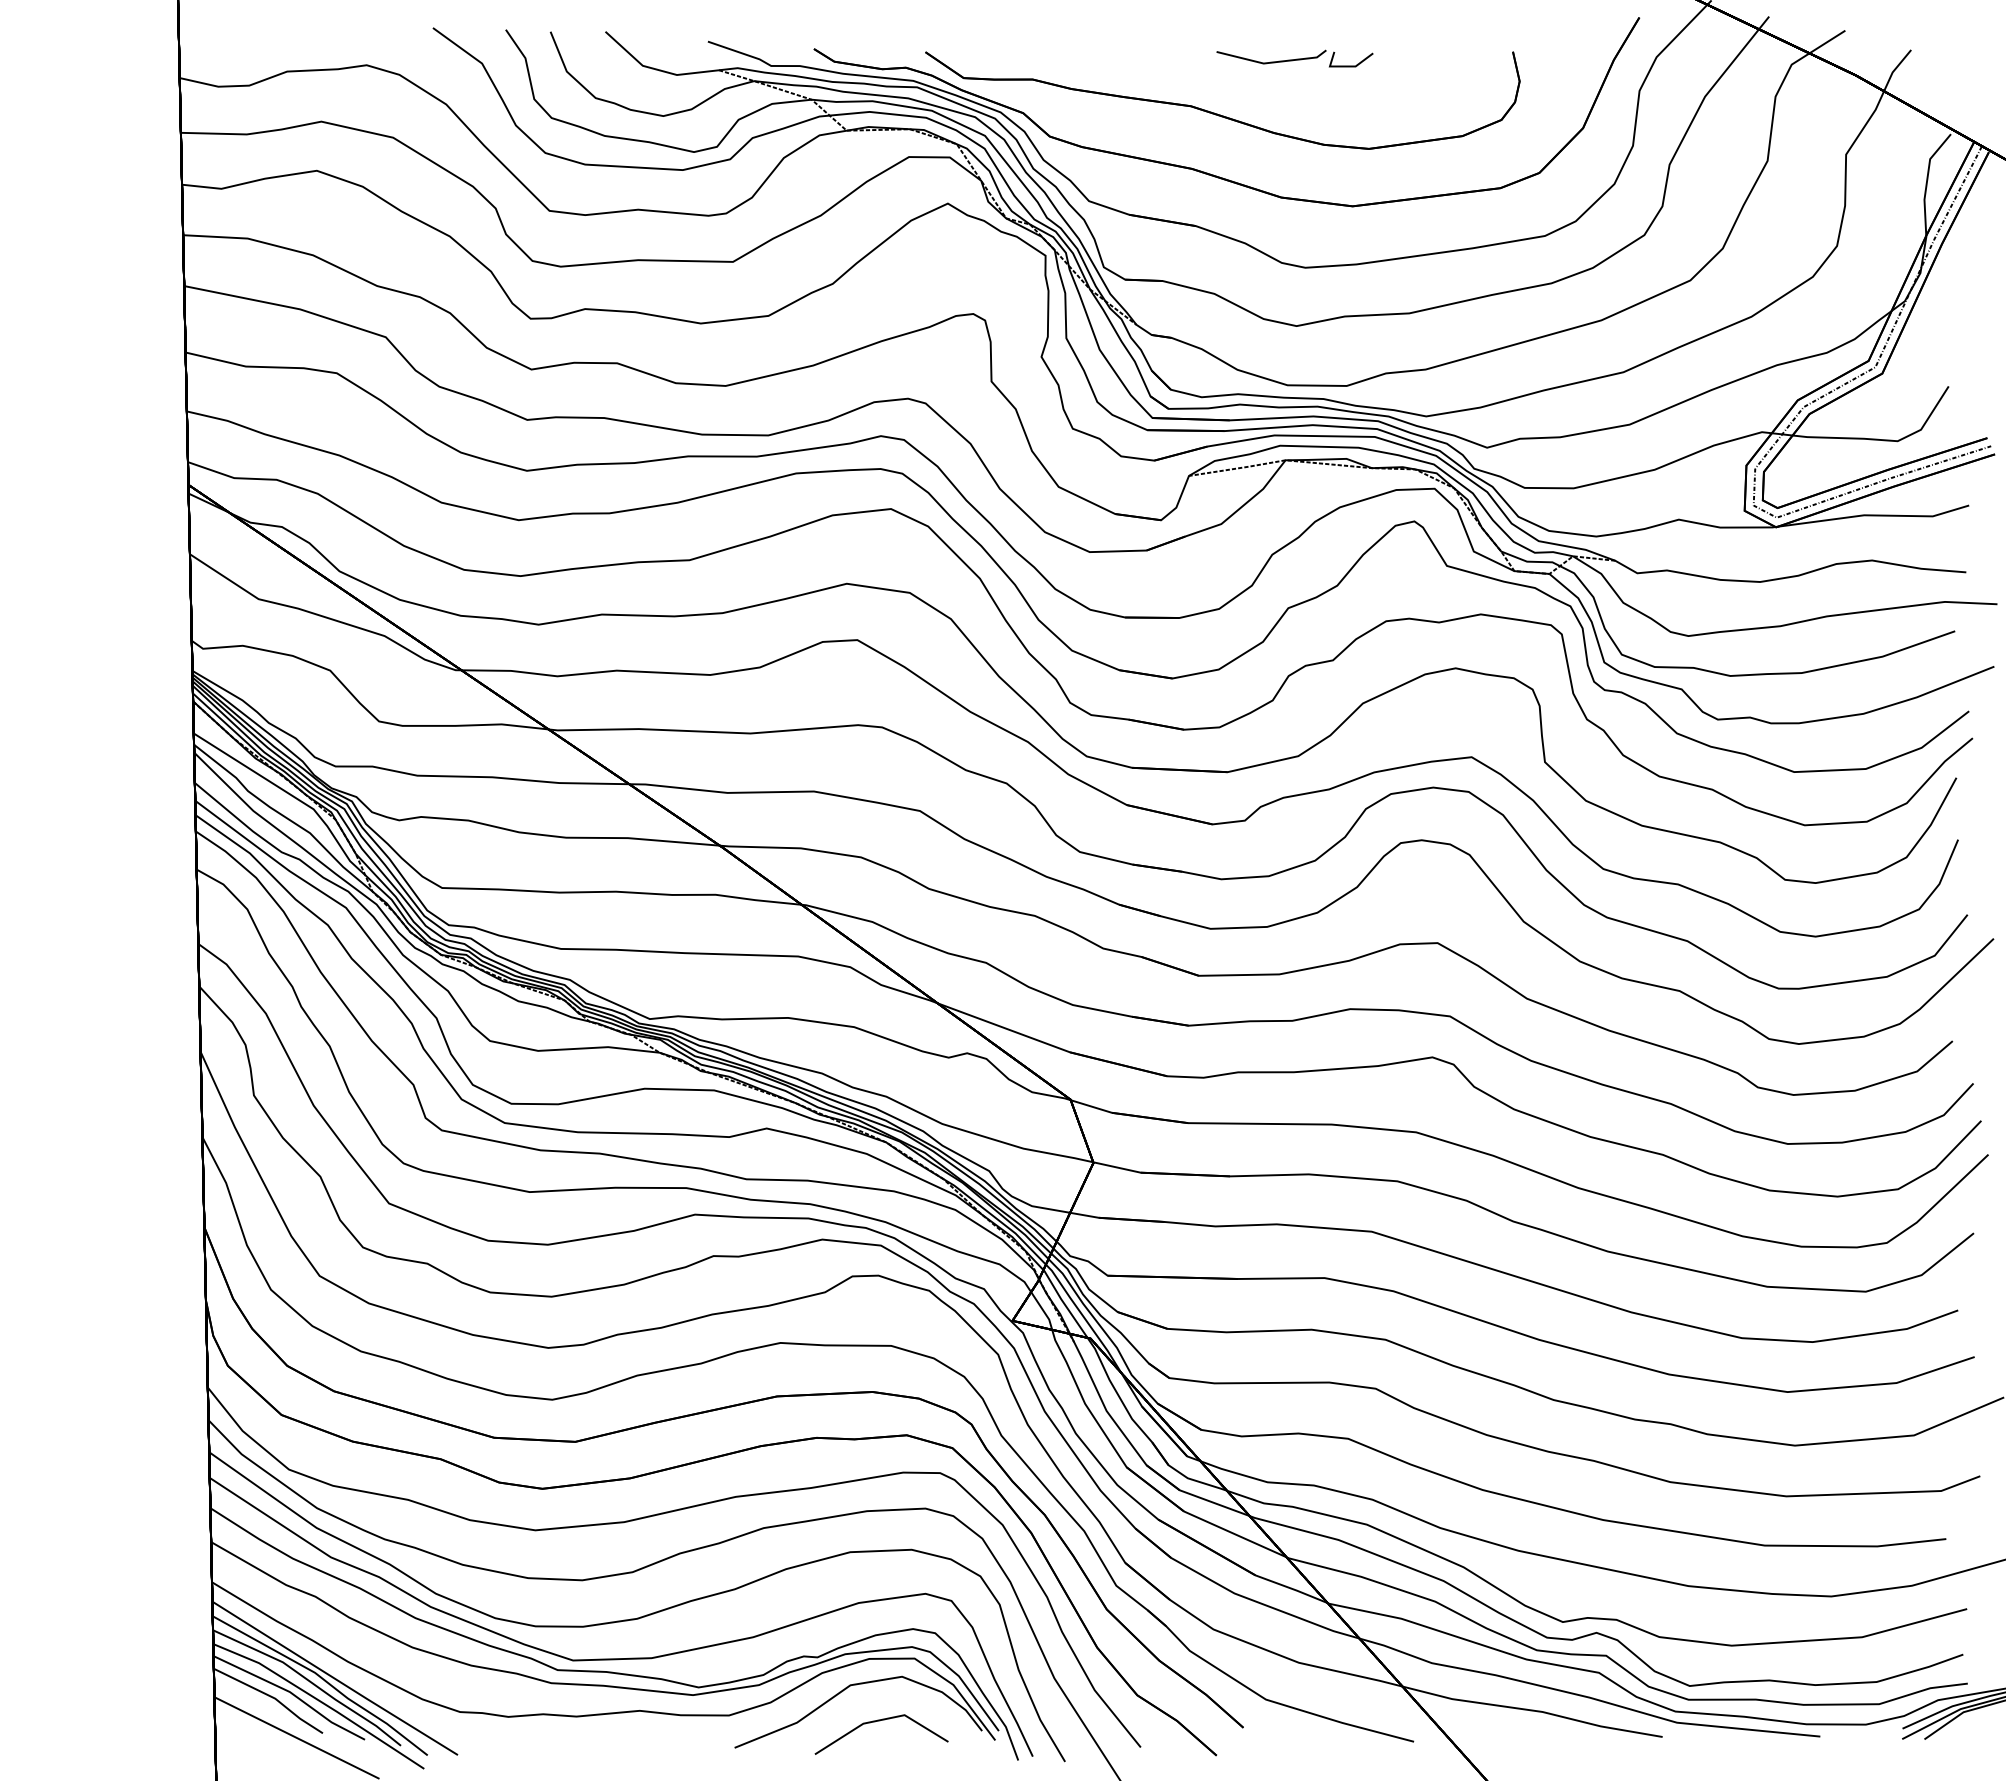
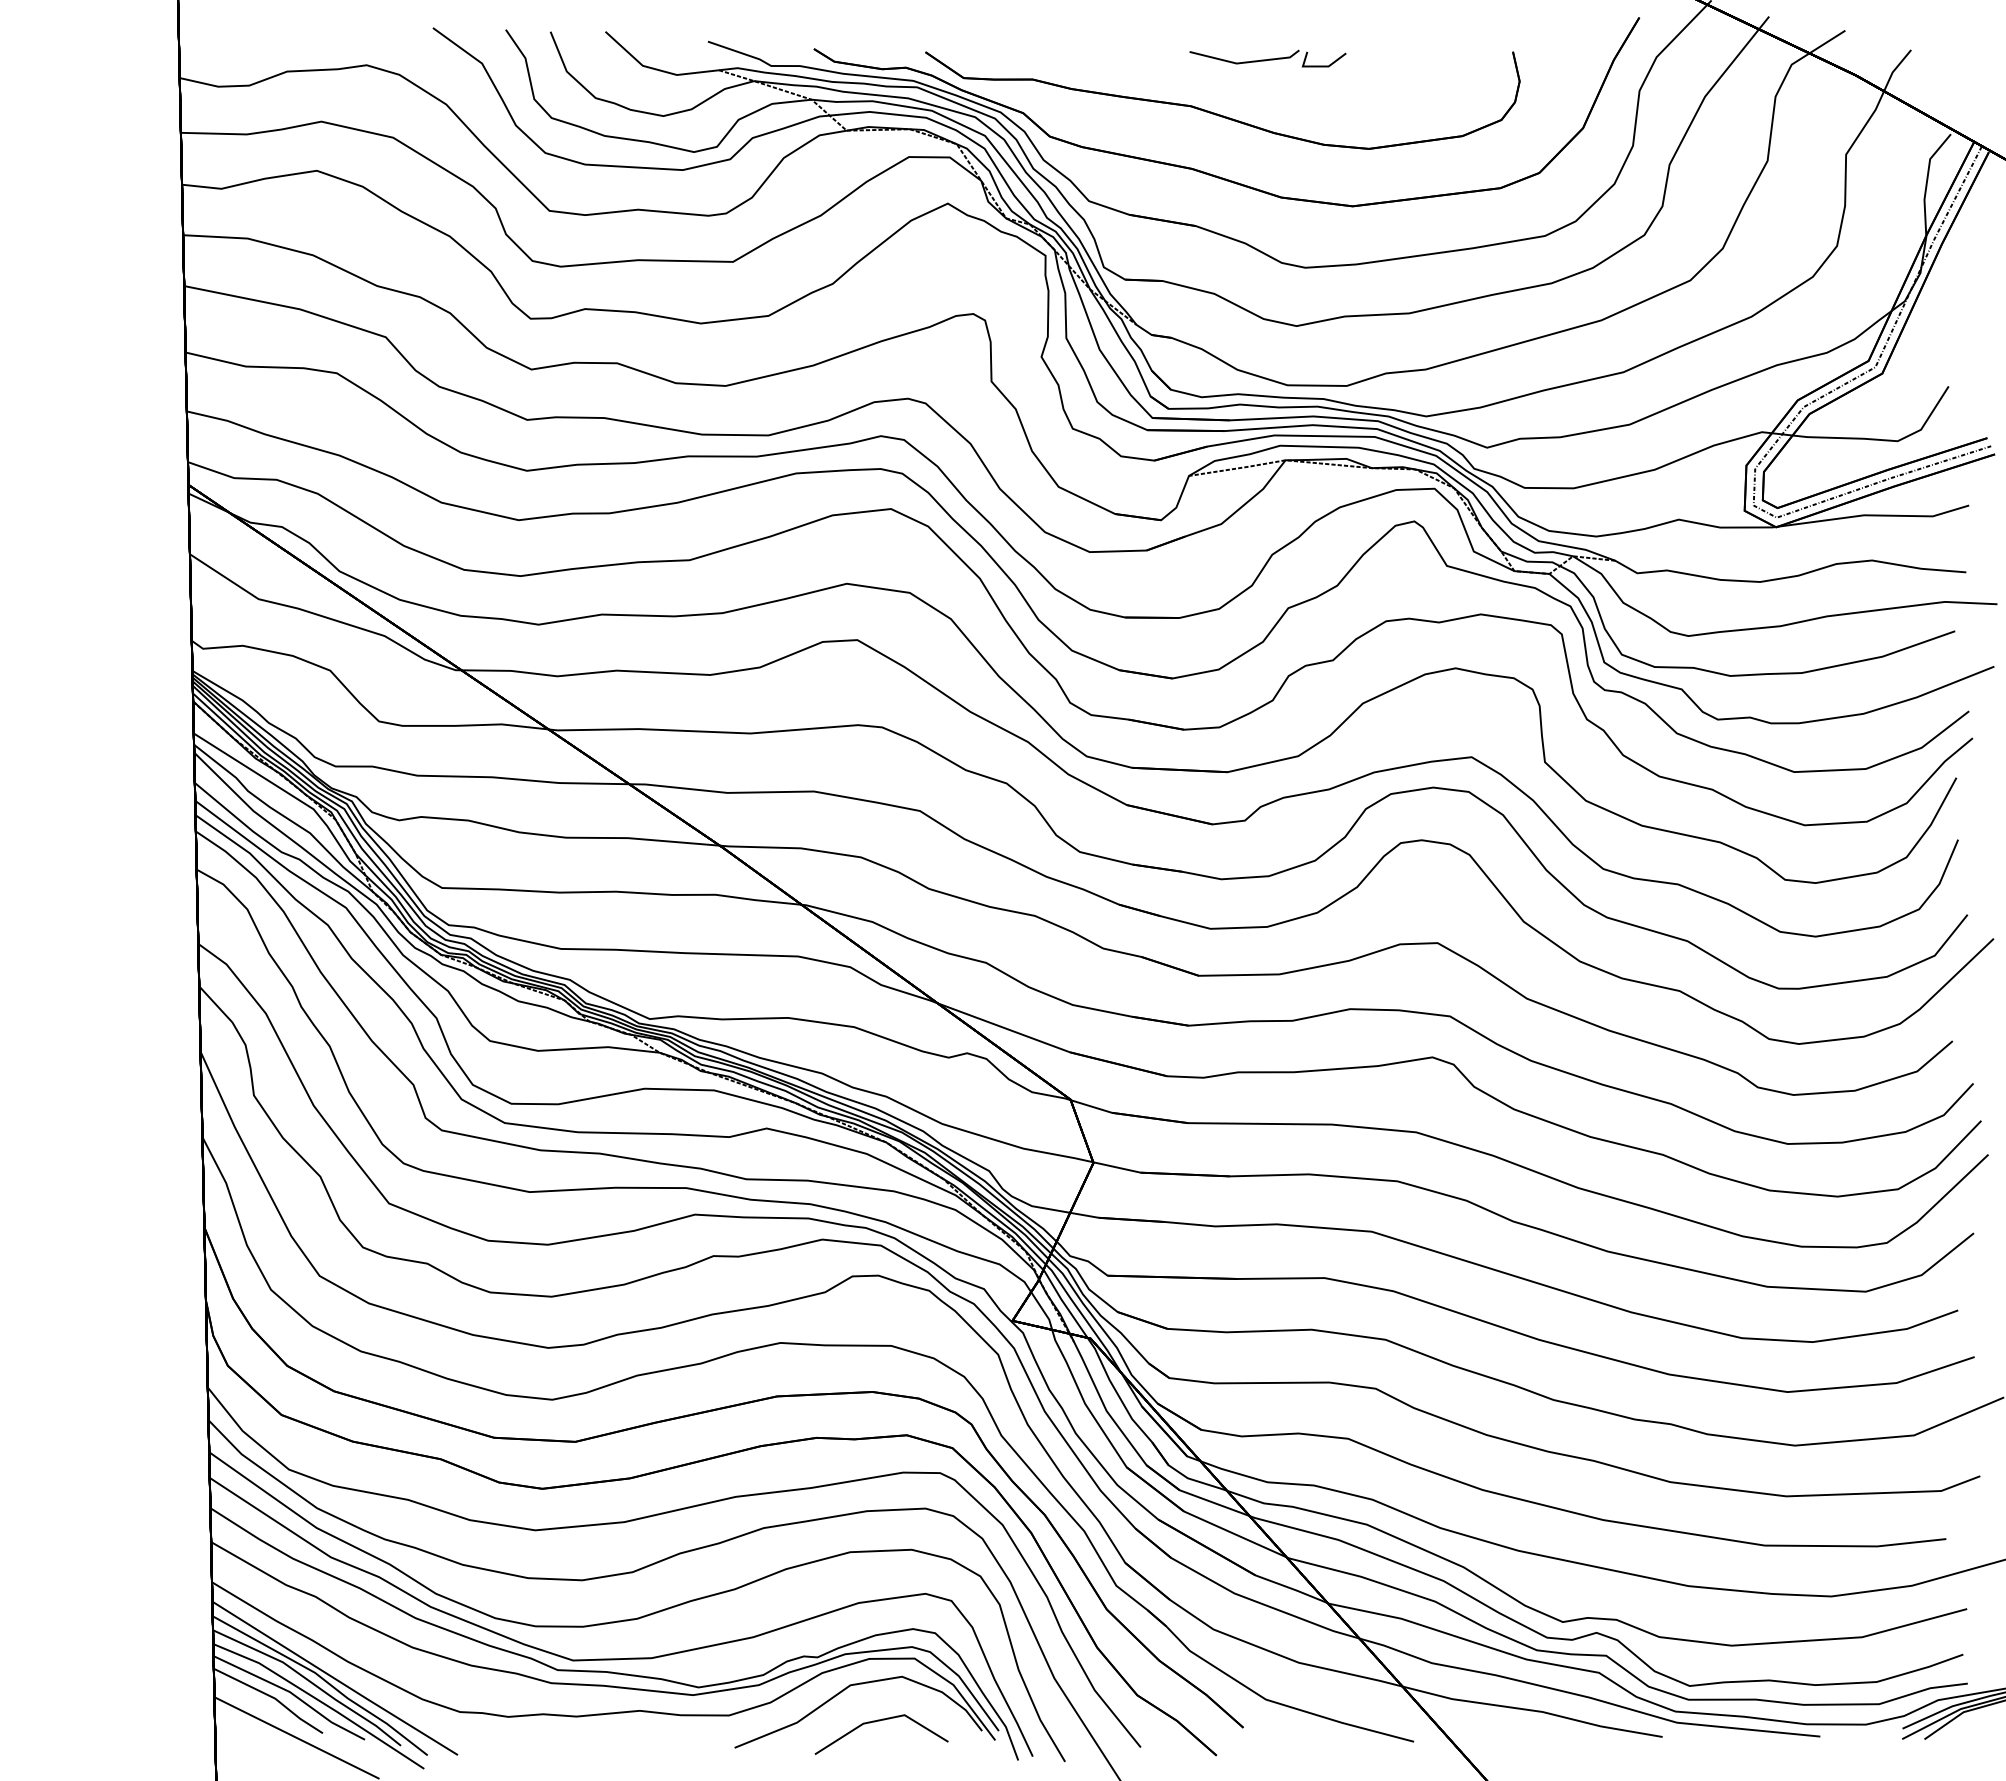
part at (1294, 58) position: (1294, 58) -> (1267, 58)
